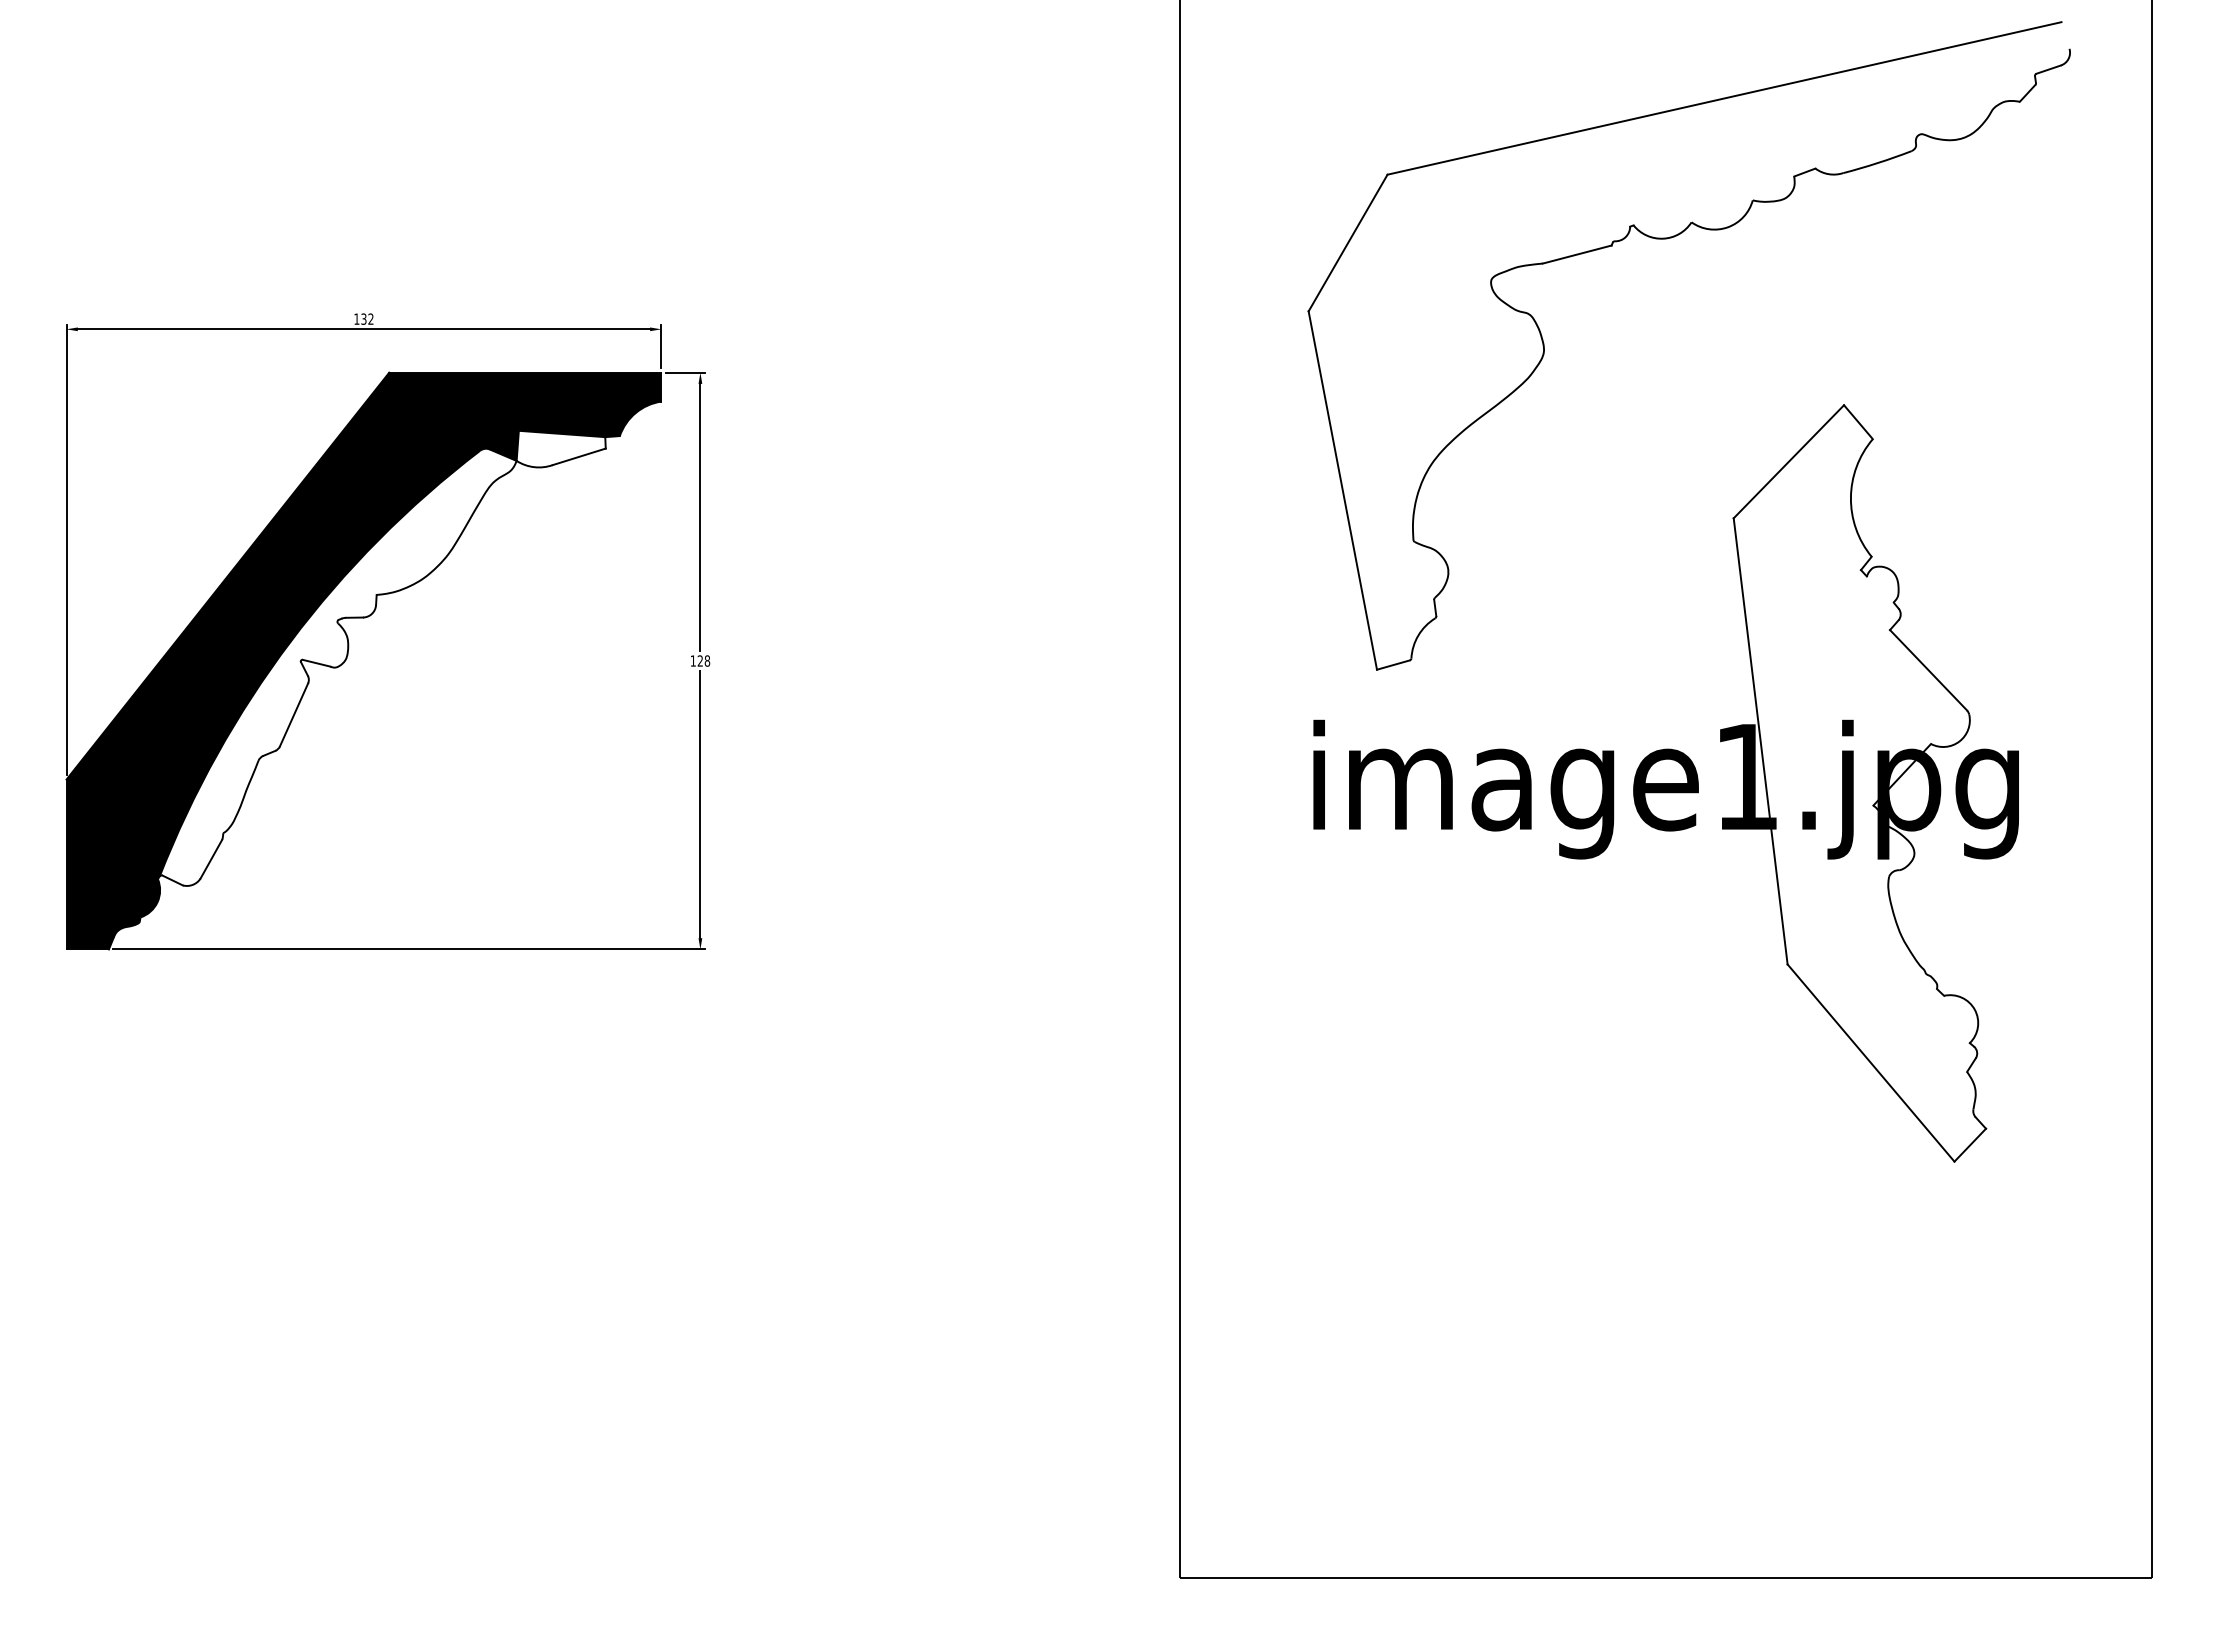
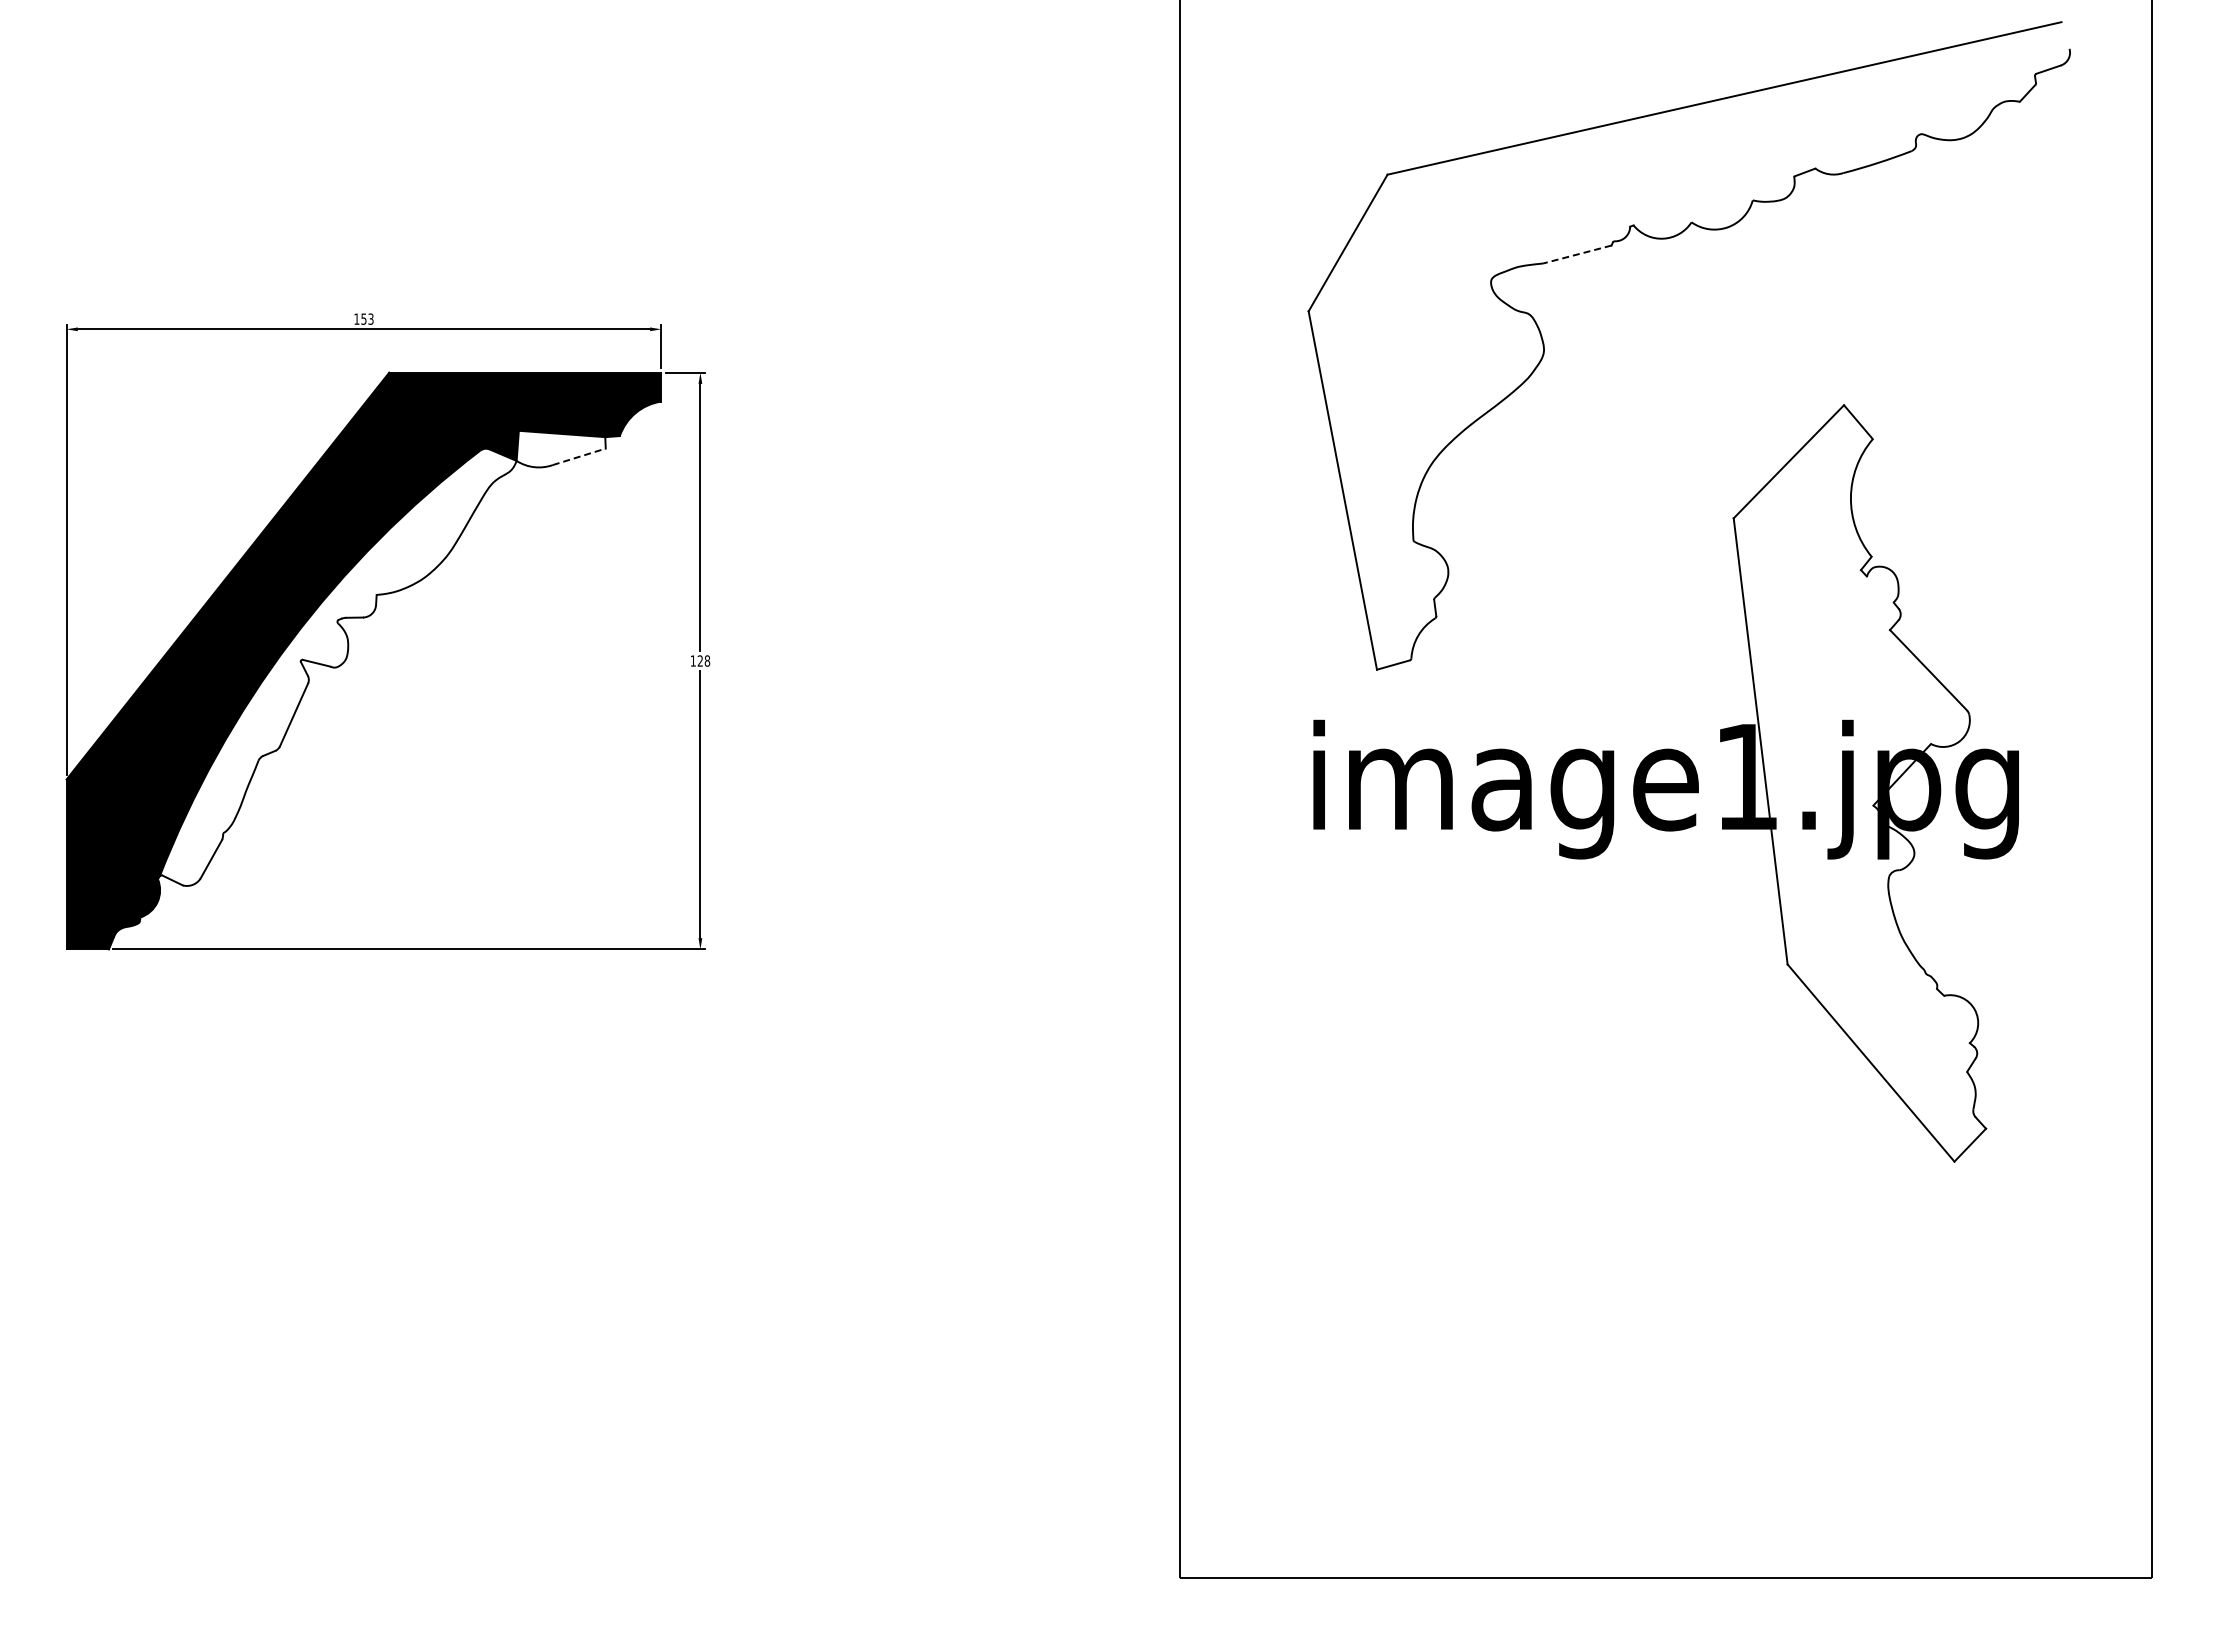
line at (1576, 254): solid -> dashed
text at (367, 318): 132 -> 153
line at (579, 456): solid -> dashed
